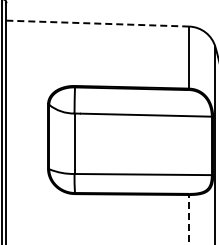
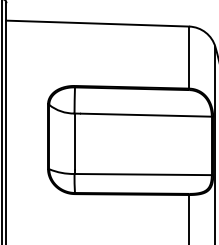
line at (97, 23): dashed -> solid
line at (189, 219): dashed -> solid
